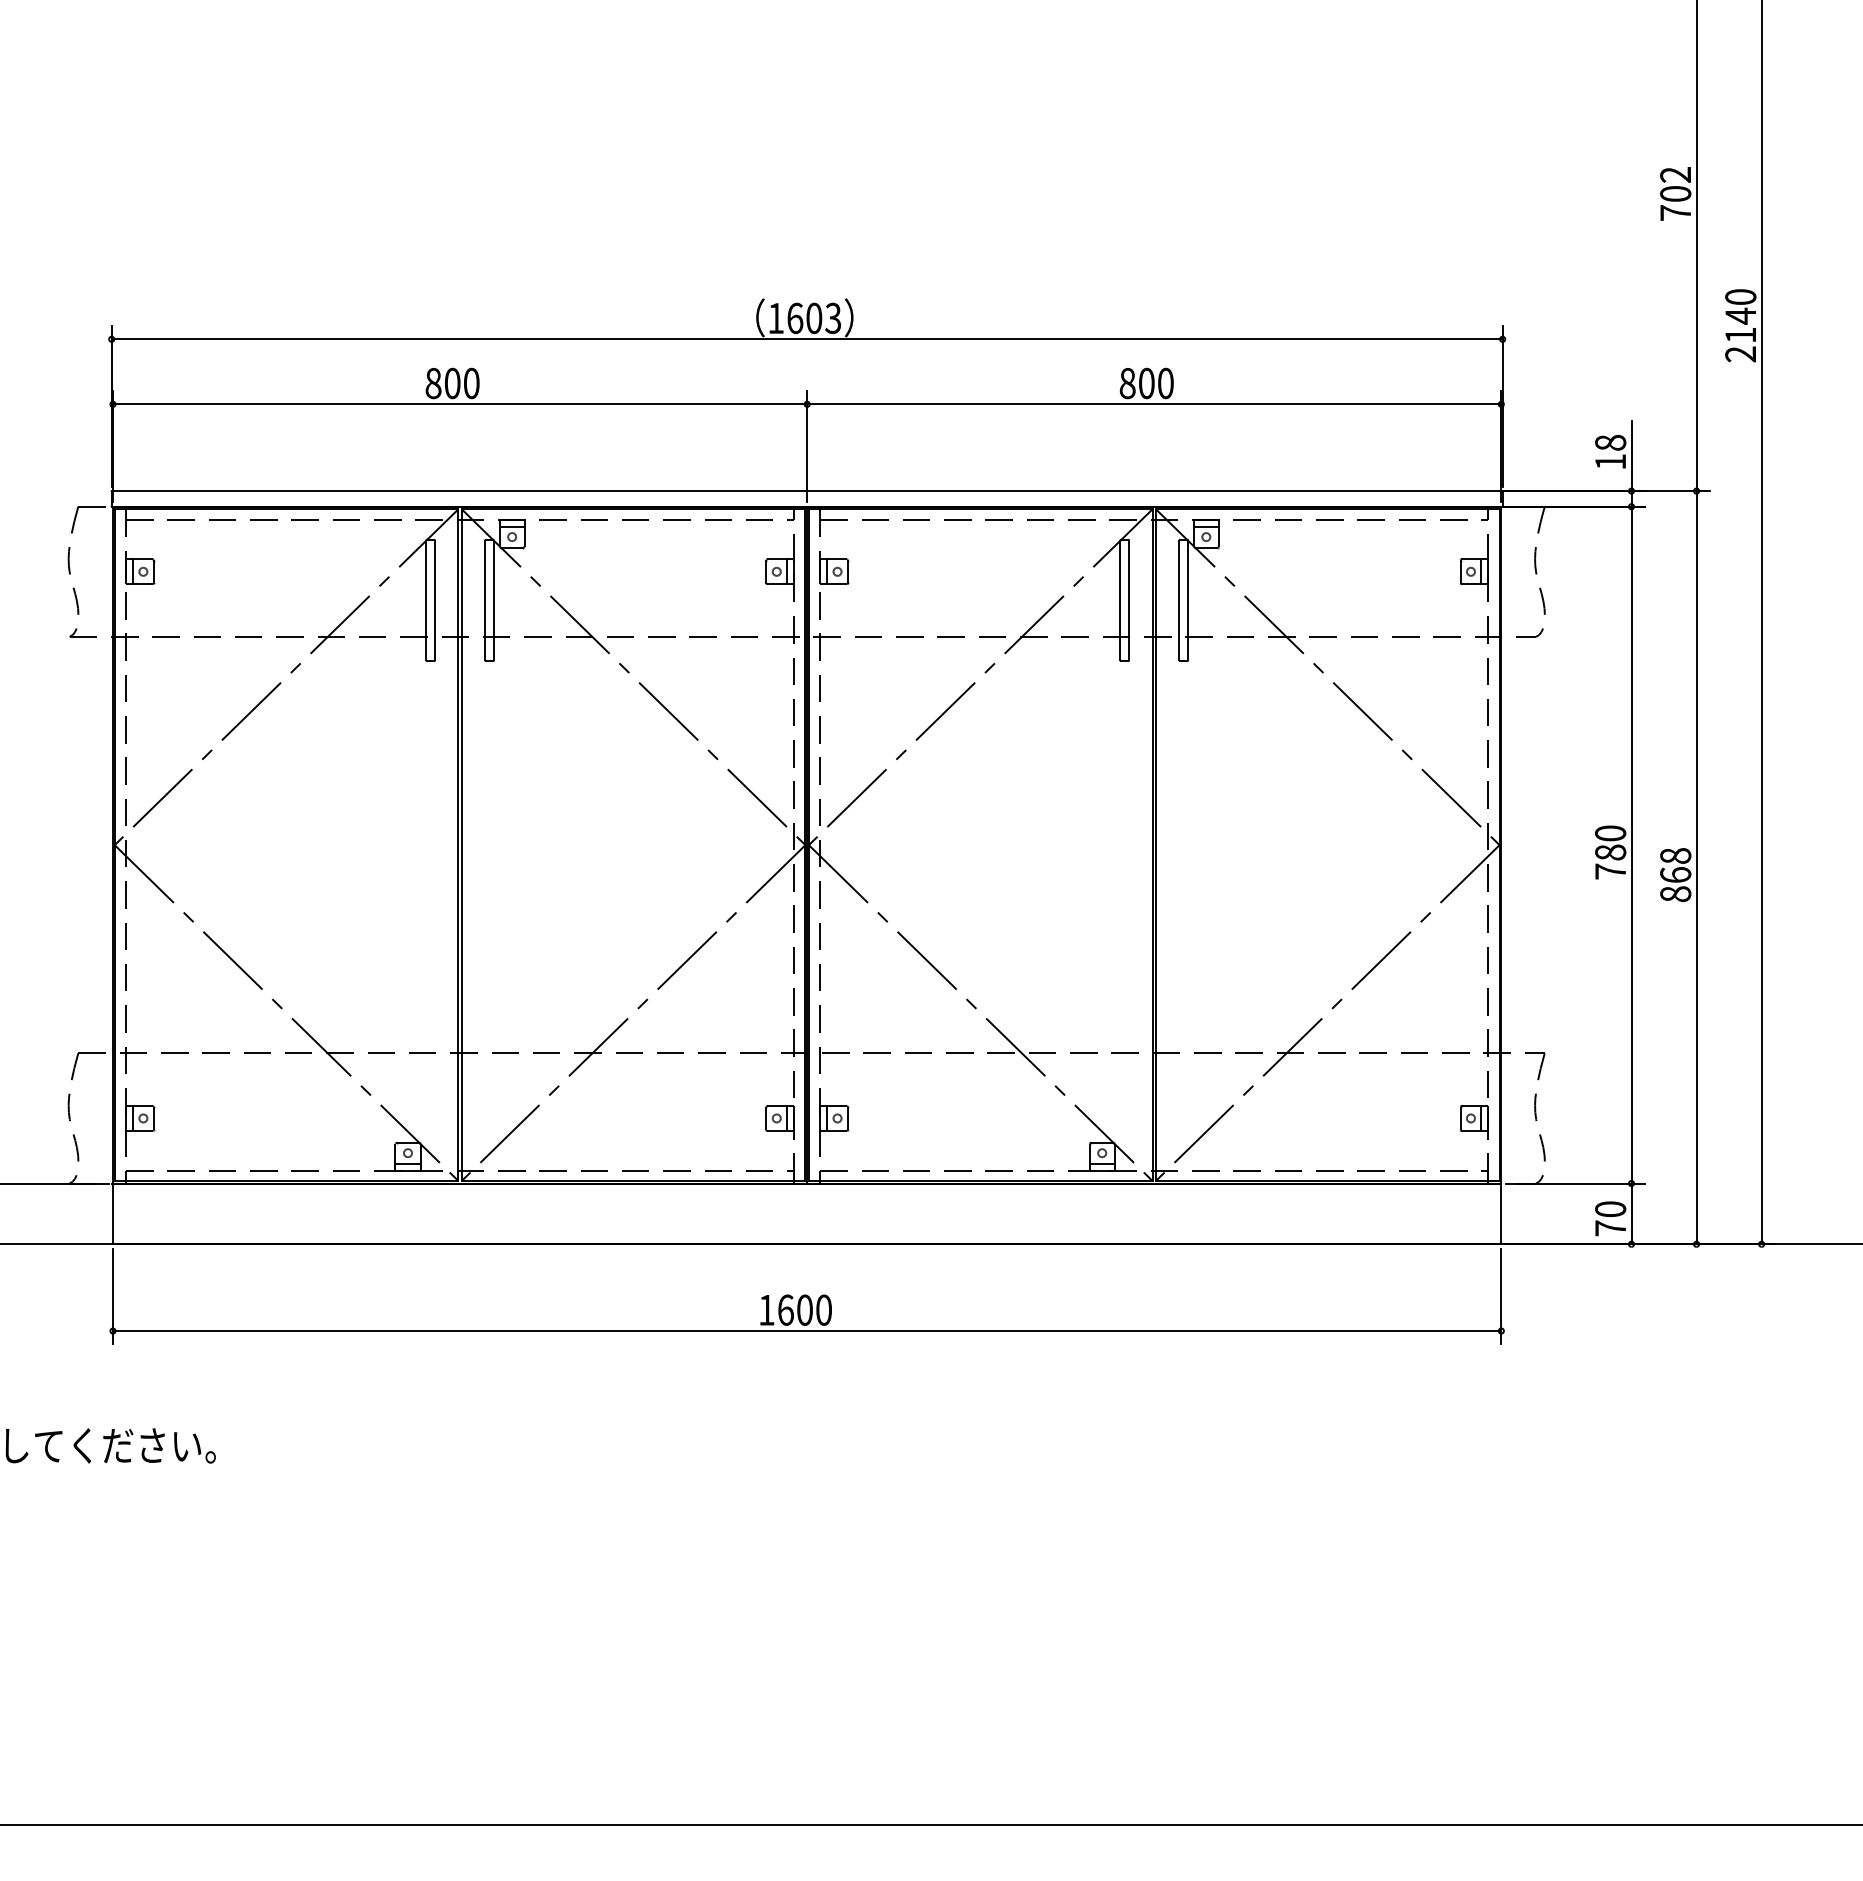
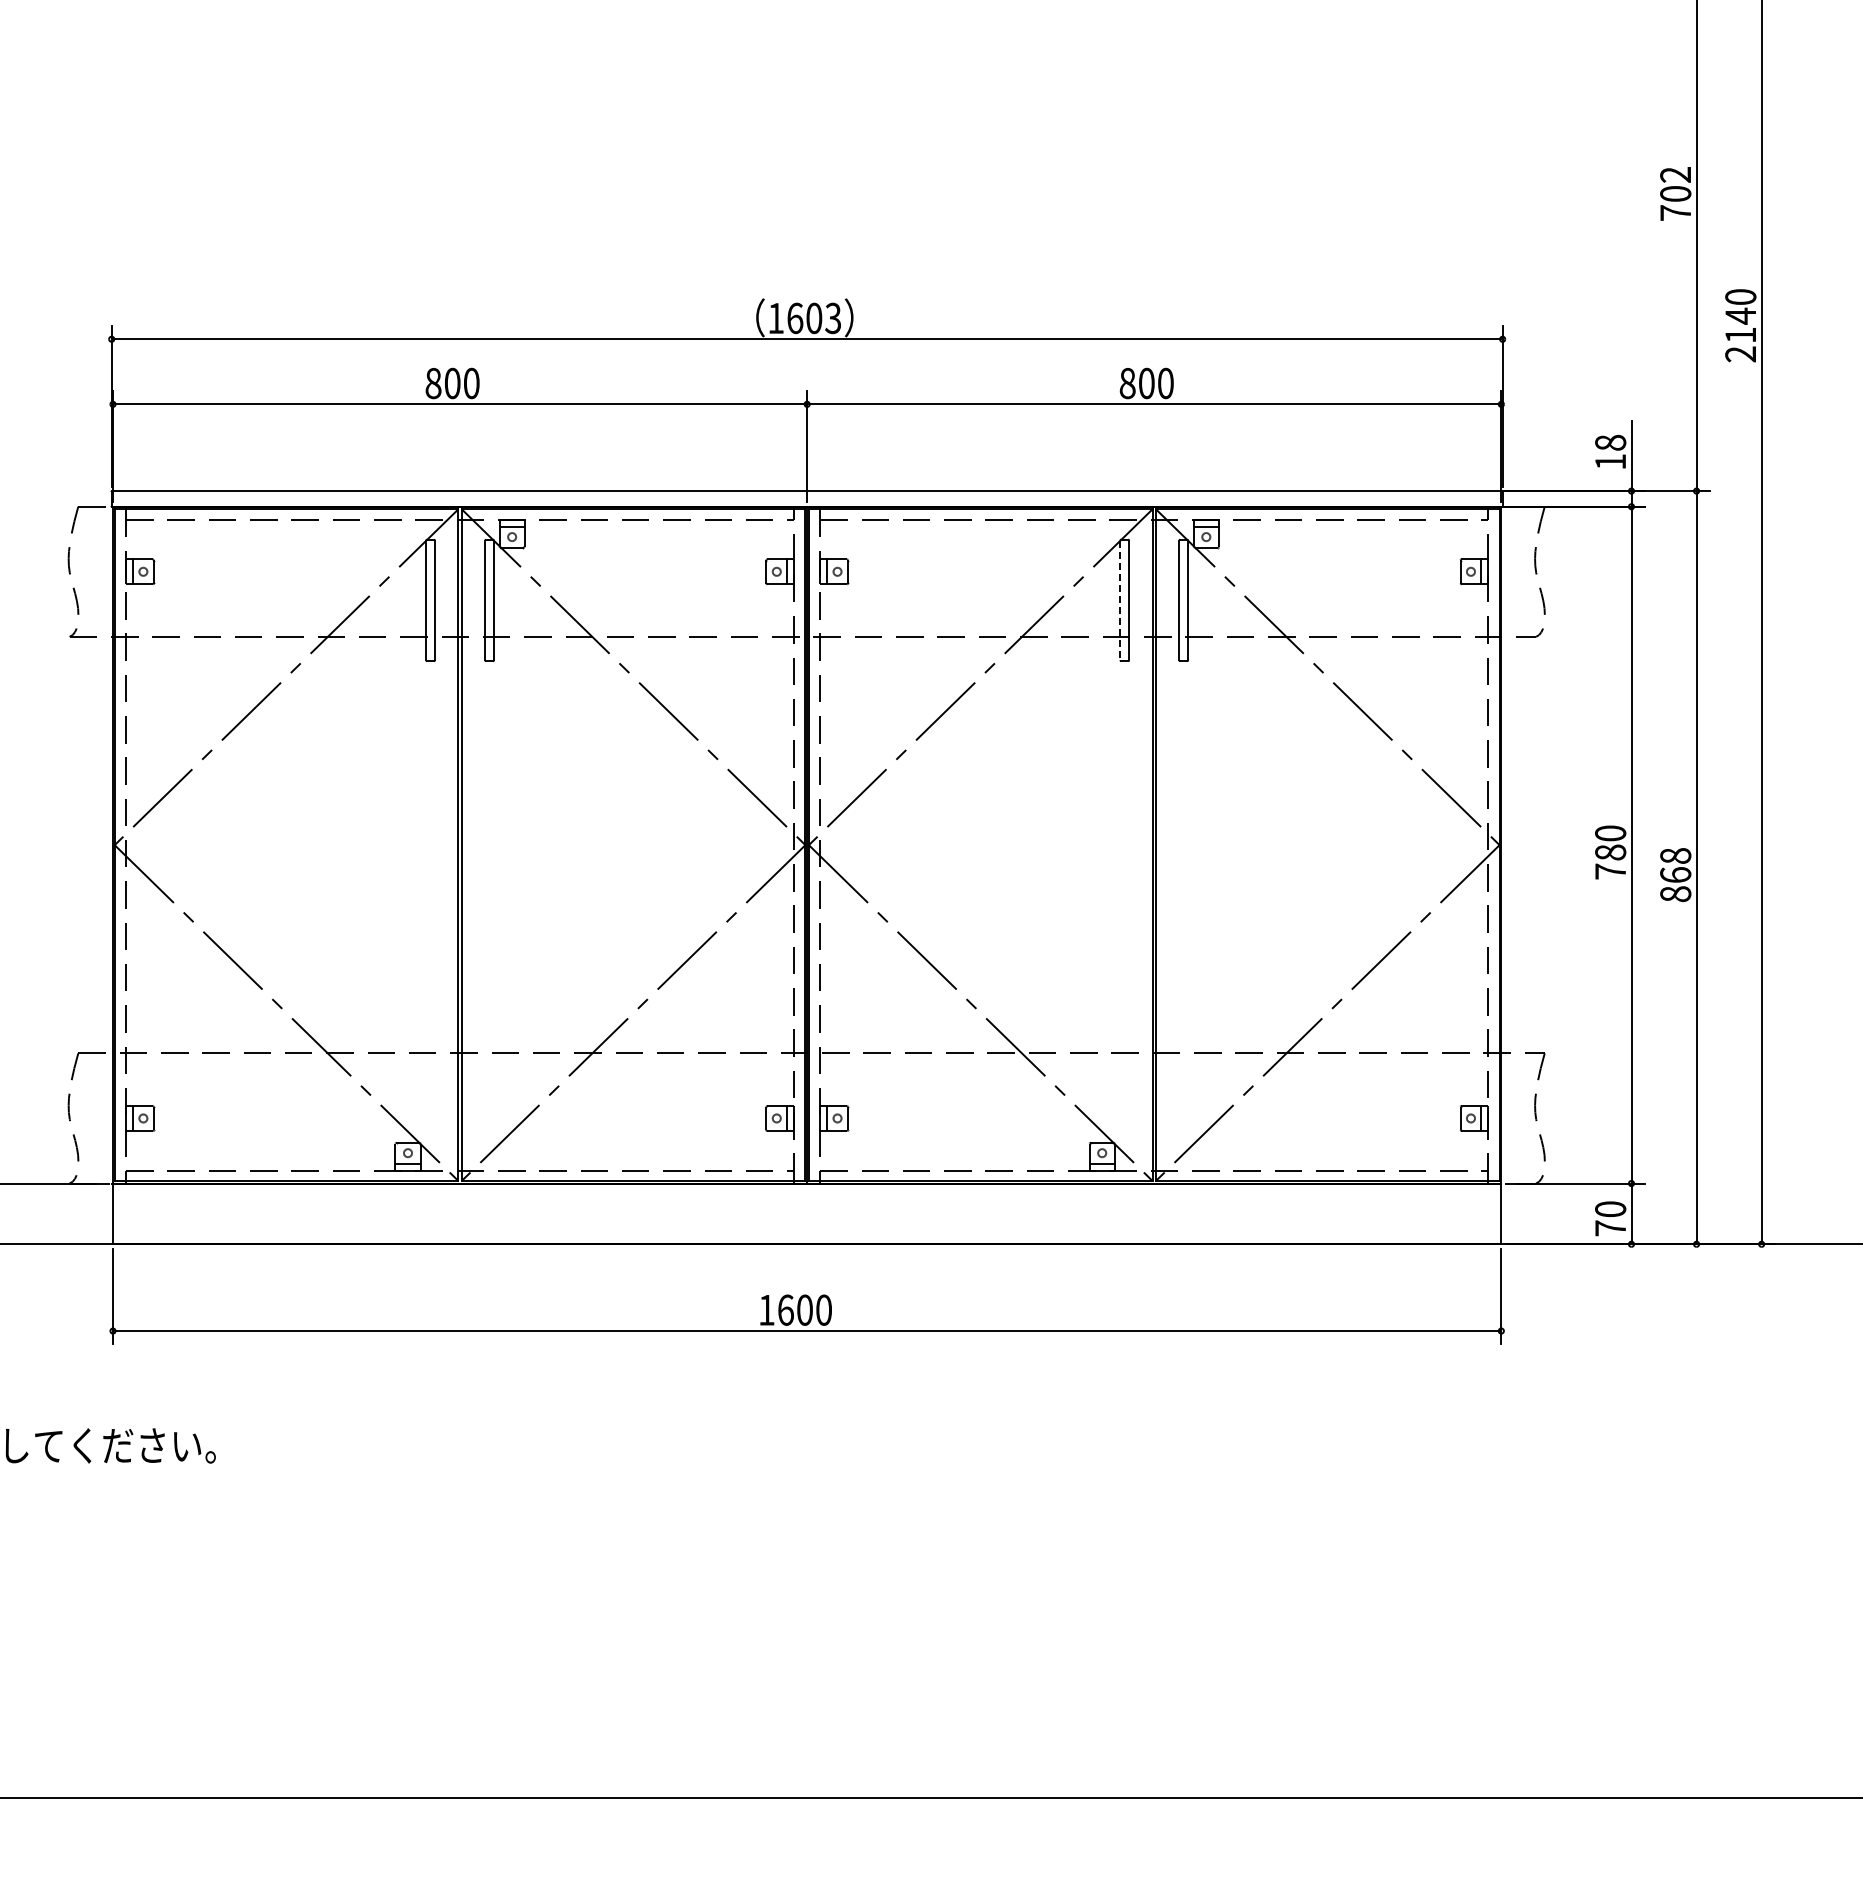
line at (1120, 600): solid -> dashed
line at (930, 1824) position: (930, 1824) -> (930, 1797)
